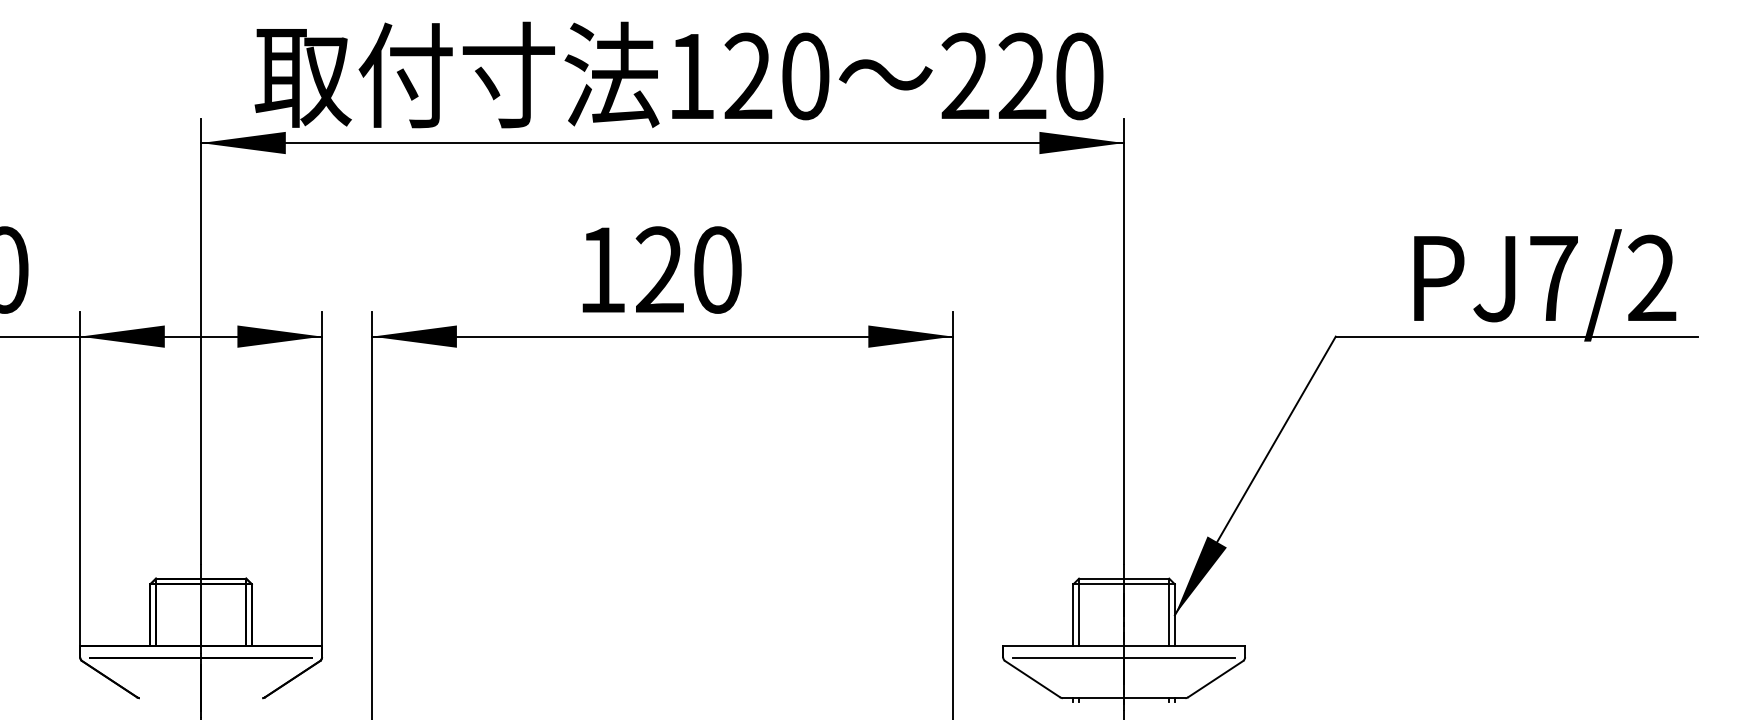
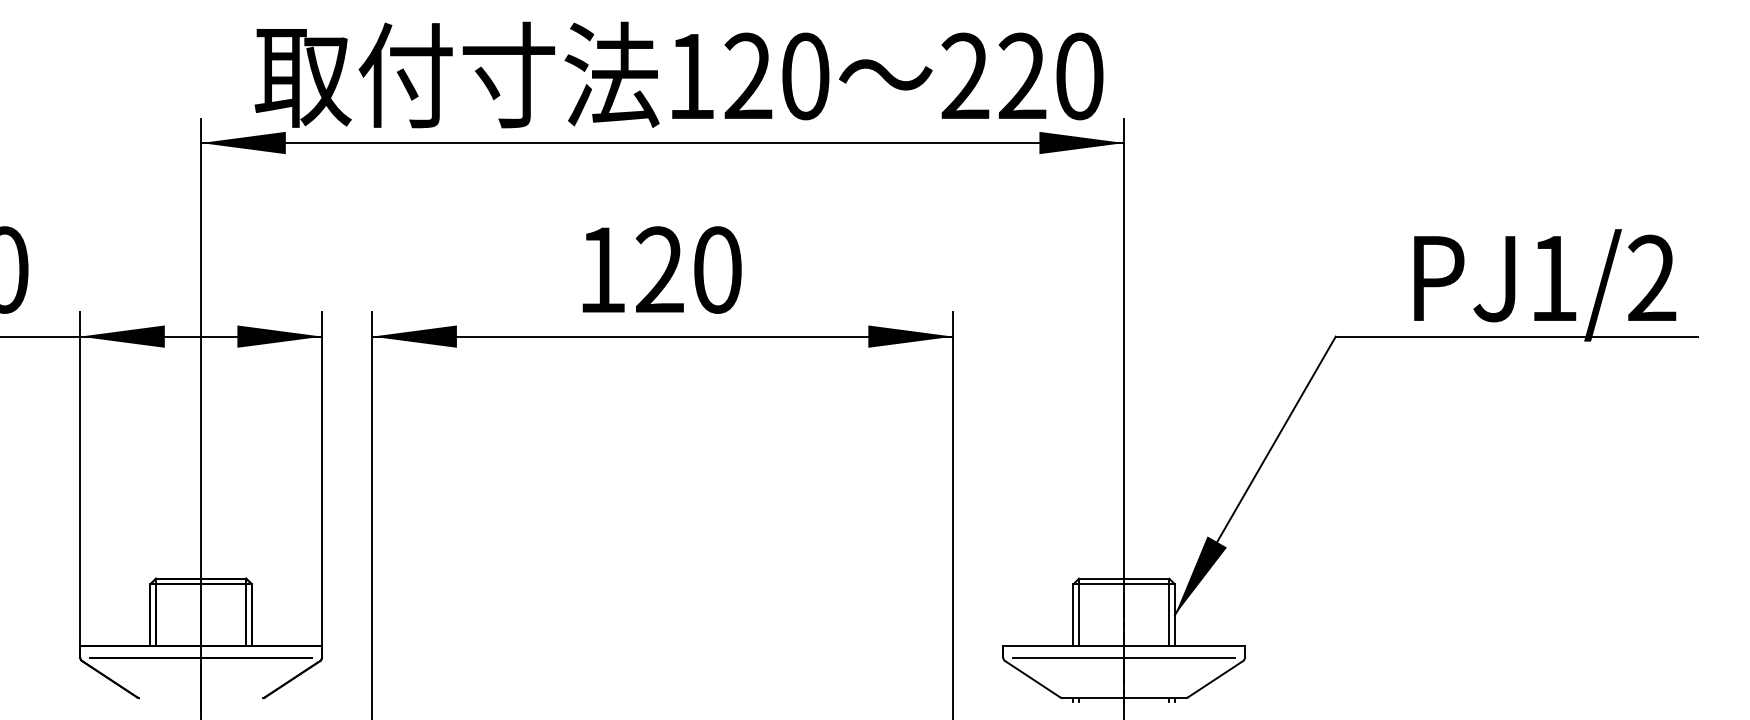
text at (1553, 278): PJ7/2 -> PJ1/2
